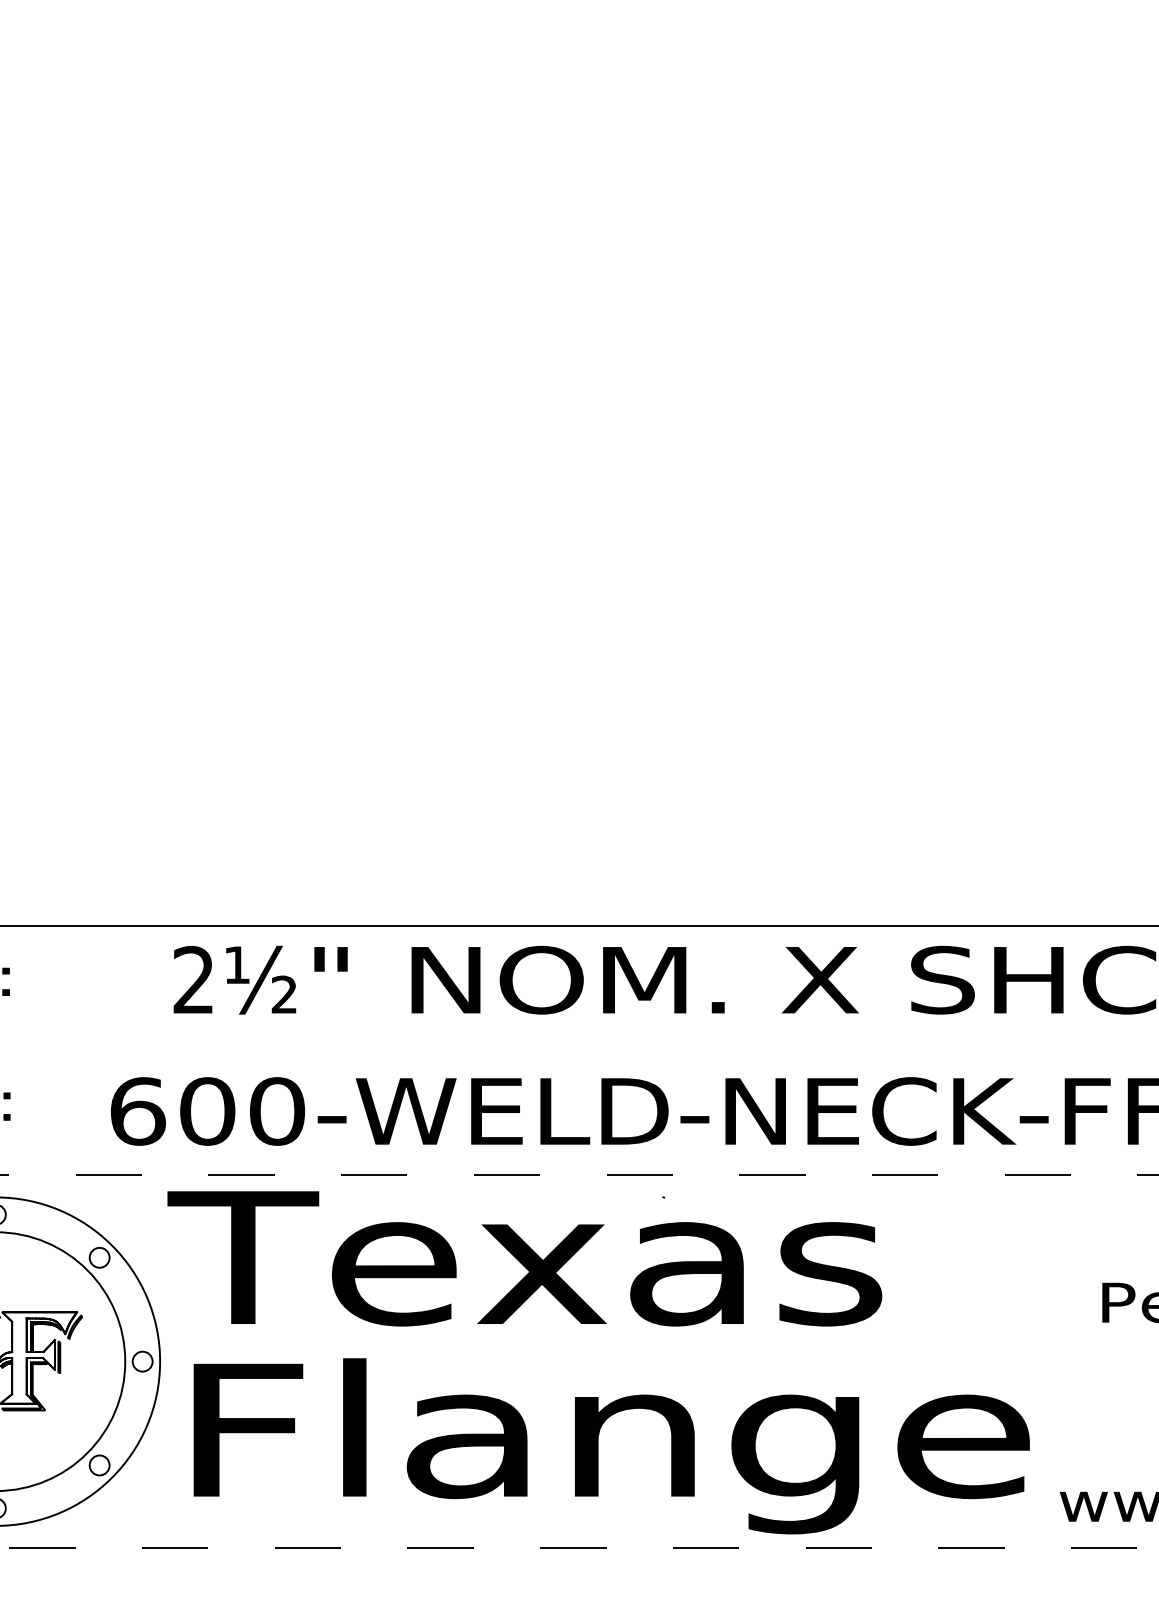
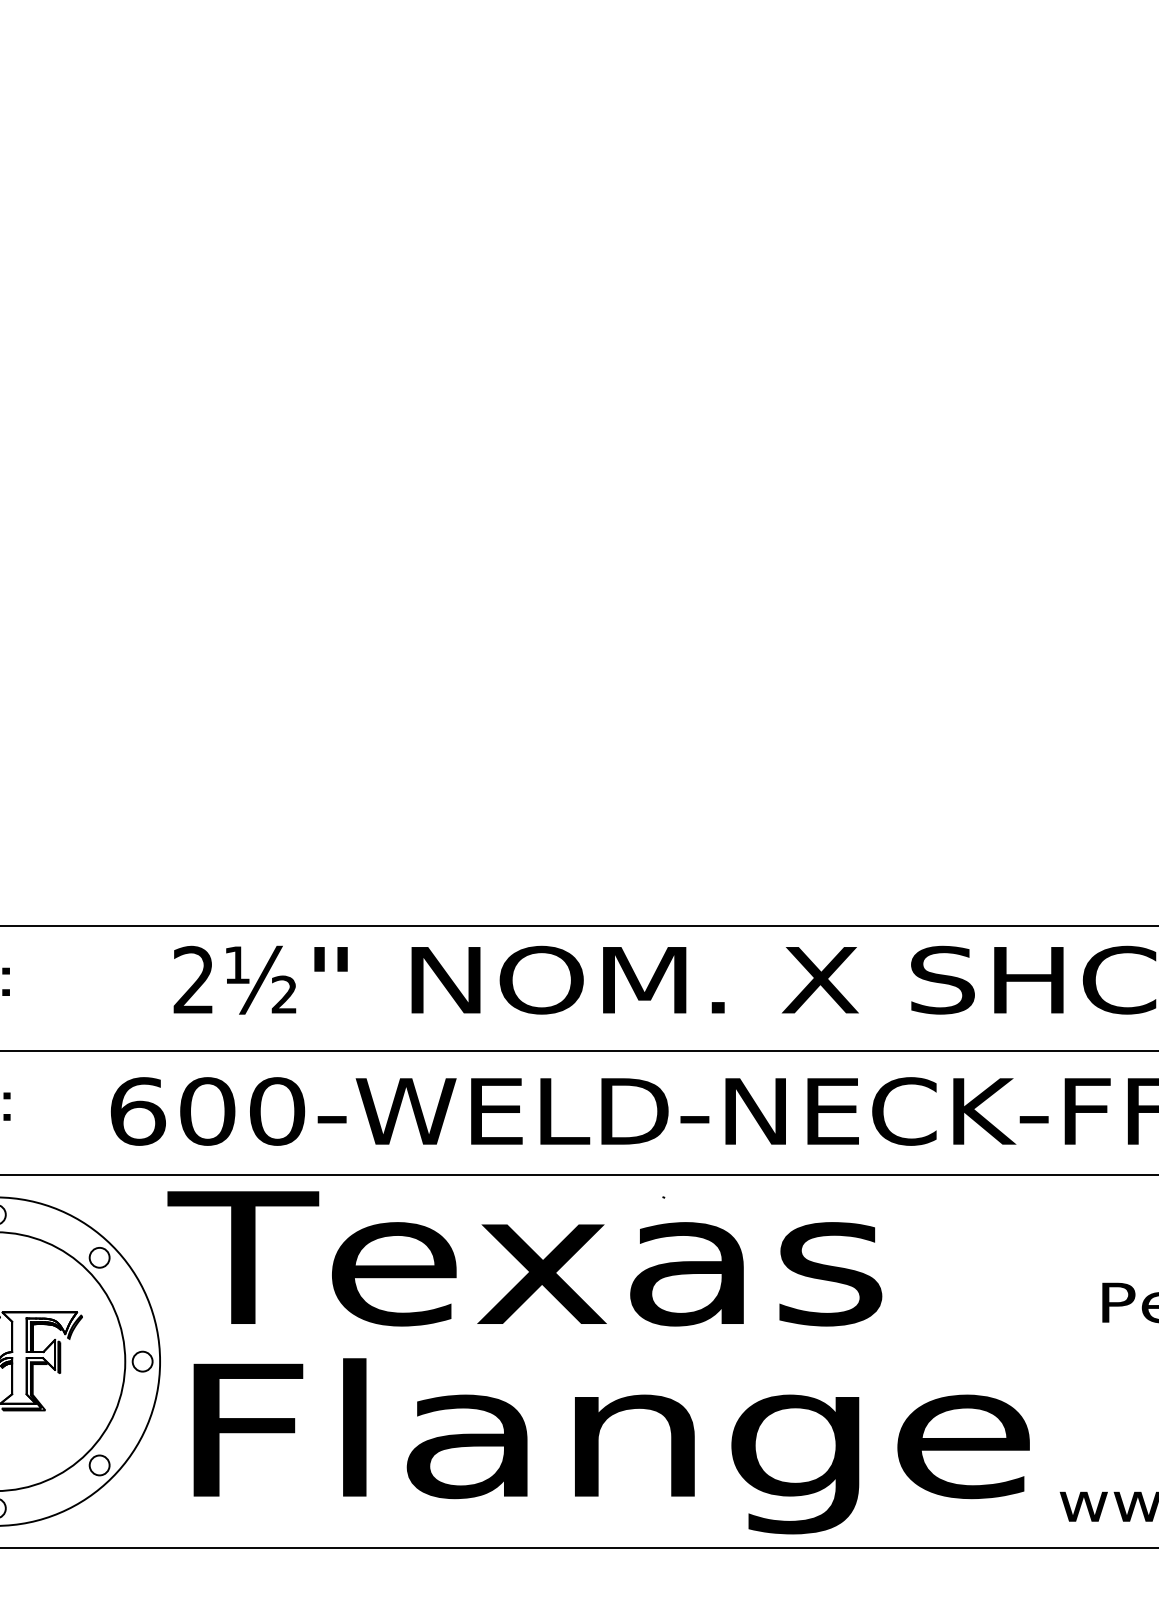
line at (578, 1050): none -> present
line at (579, 1174): dashed -> solid
line at (580, 1548): dashed -> solid
